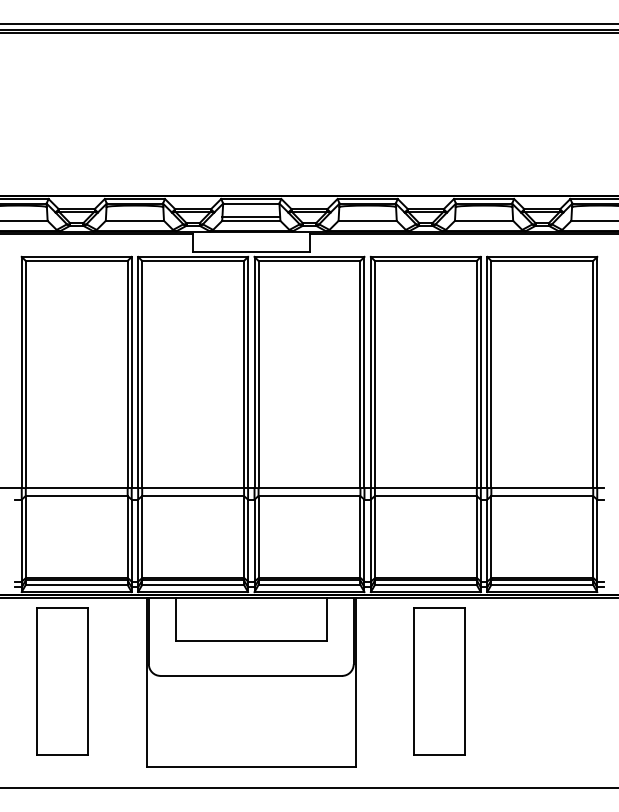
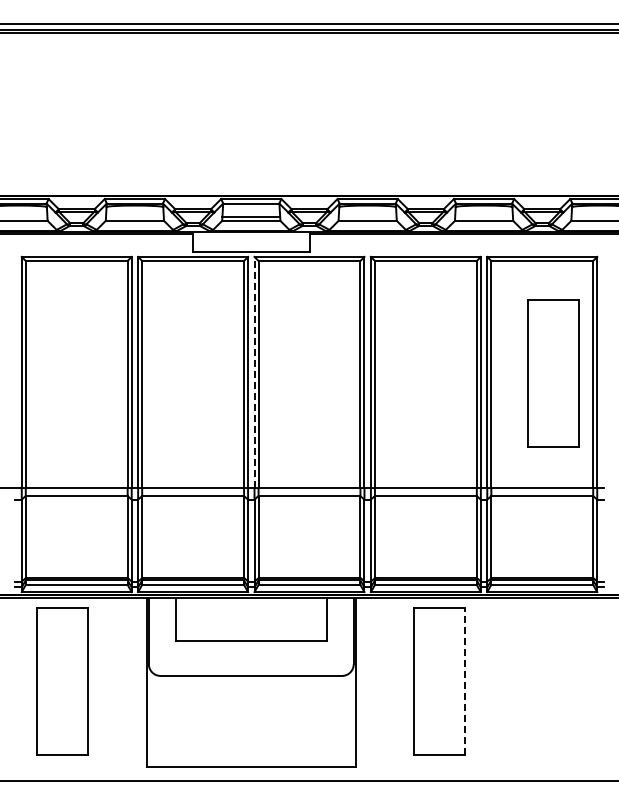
line at (254, 372): solid -> dashed
part at (553, 373): none -> present
line at (465, 681): solid -> dashed
line at (308, 787) position: (308, 787) -> (308, 780)
